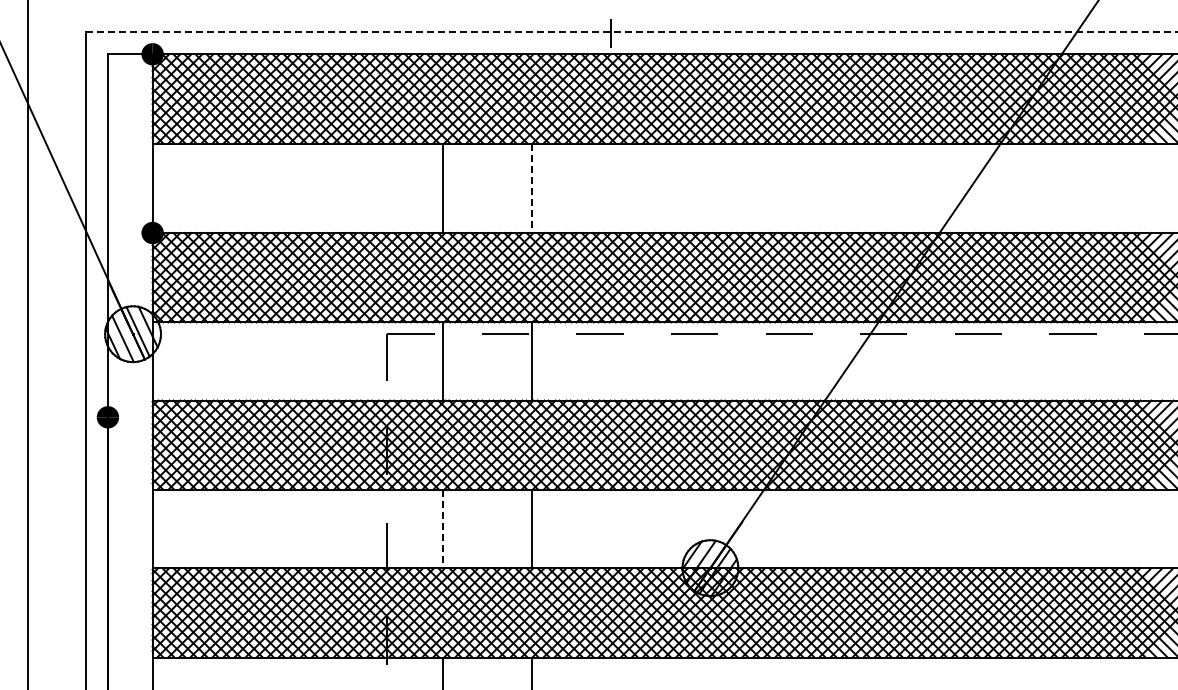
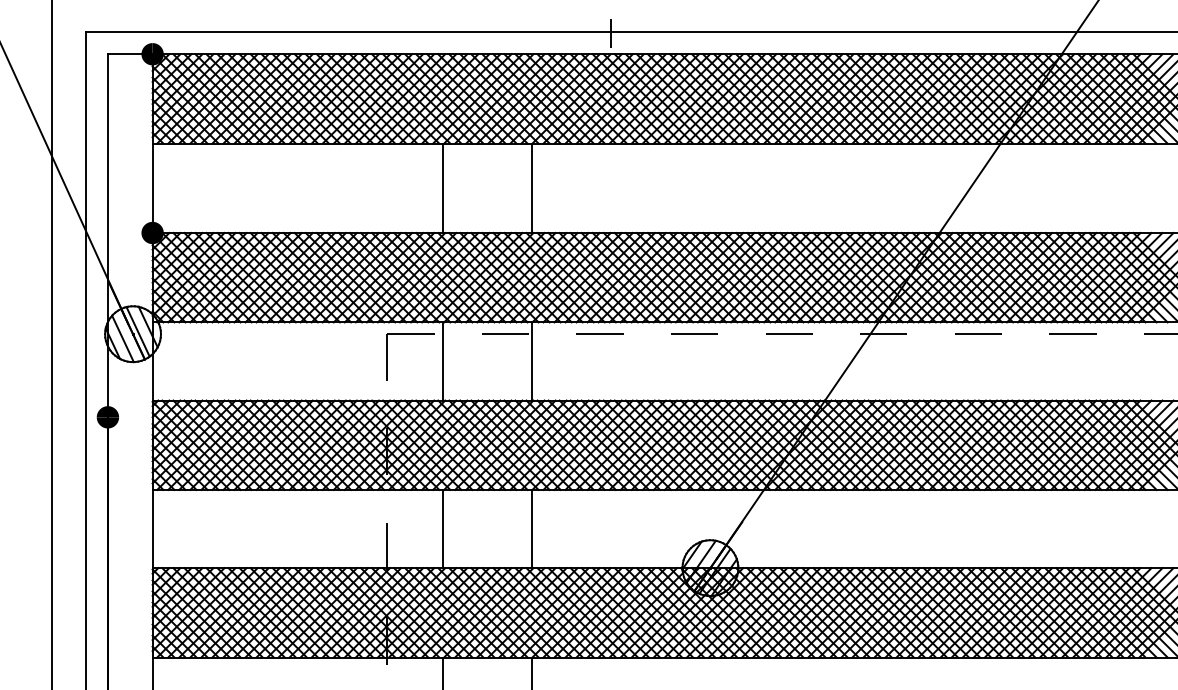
line at (631, 31): dashed -> solid
line at (532, 188): dashed -> solid
line at (28, 344) position: (28, 344) -> (52, 344)
line at (443, 529): dashed -> solid
